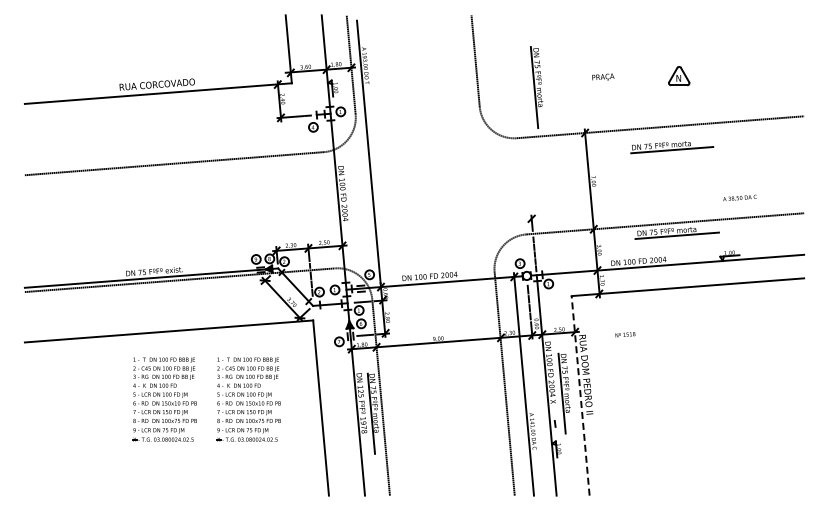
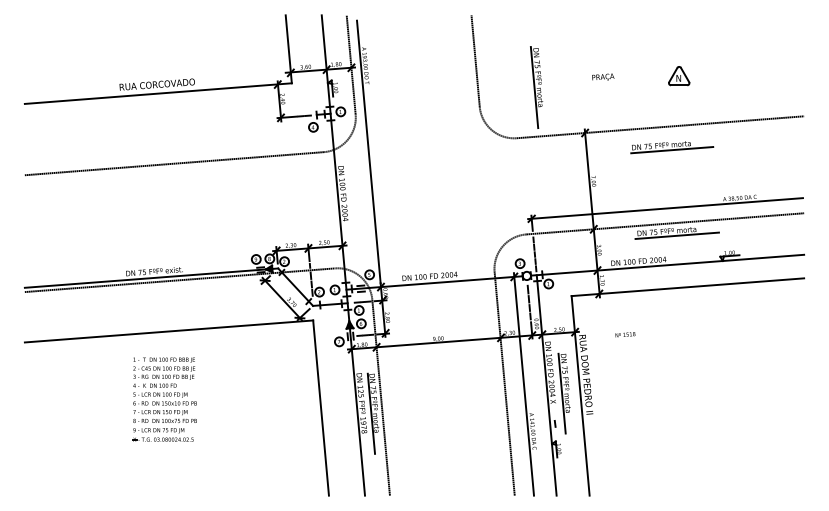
line at (665, 208): none -> present
line at (580, 395): dashed -> solid
part at (248, 399): present -> none
